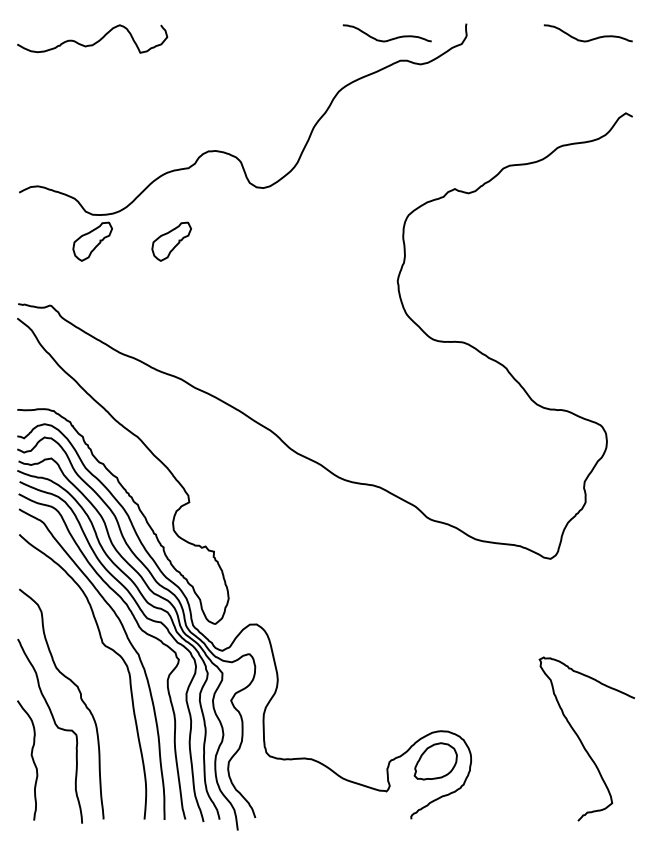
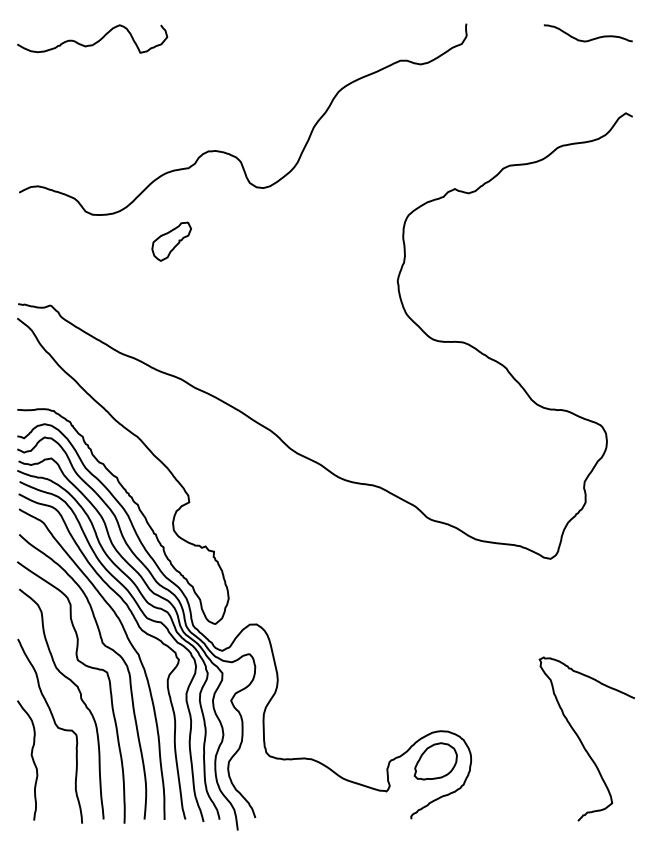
curve at (388, 39): present -> none
part at (92, 241): present -> none
curve at (85, 666): none -> present
